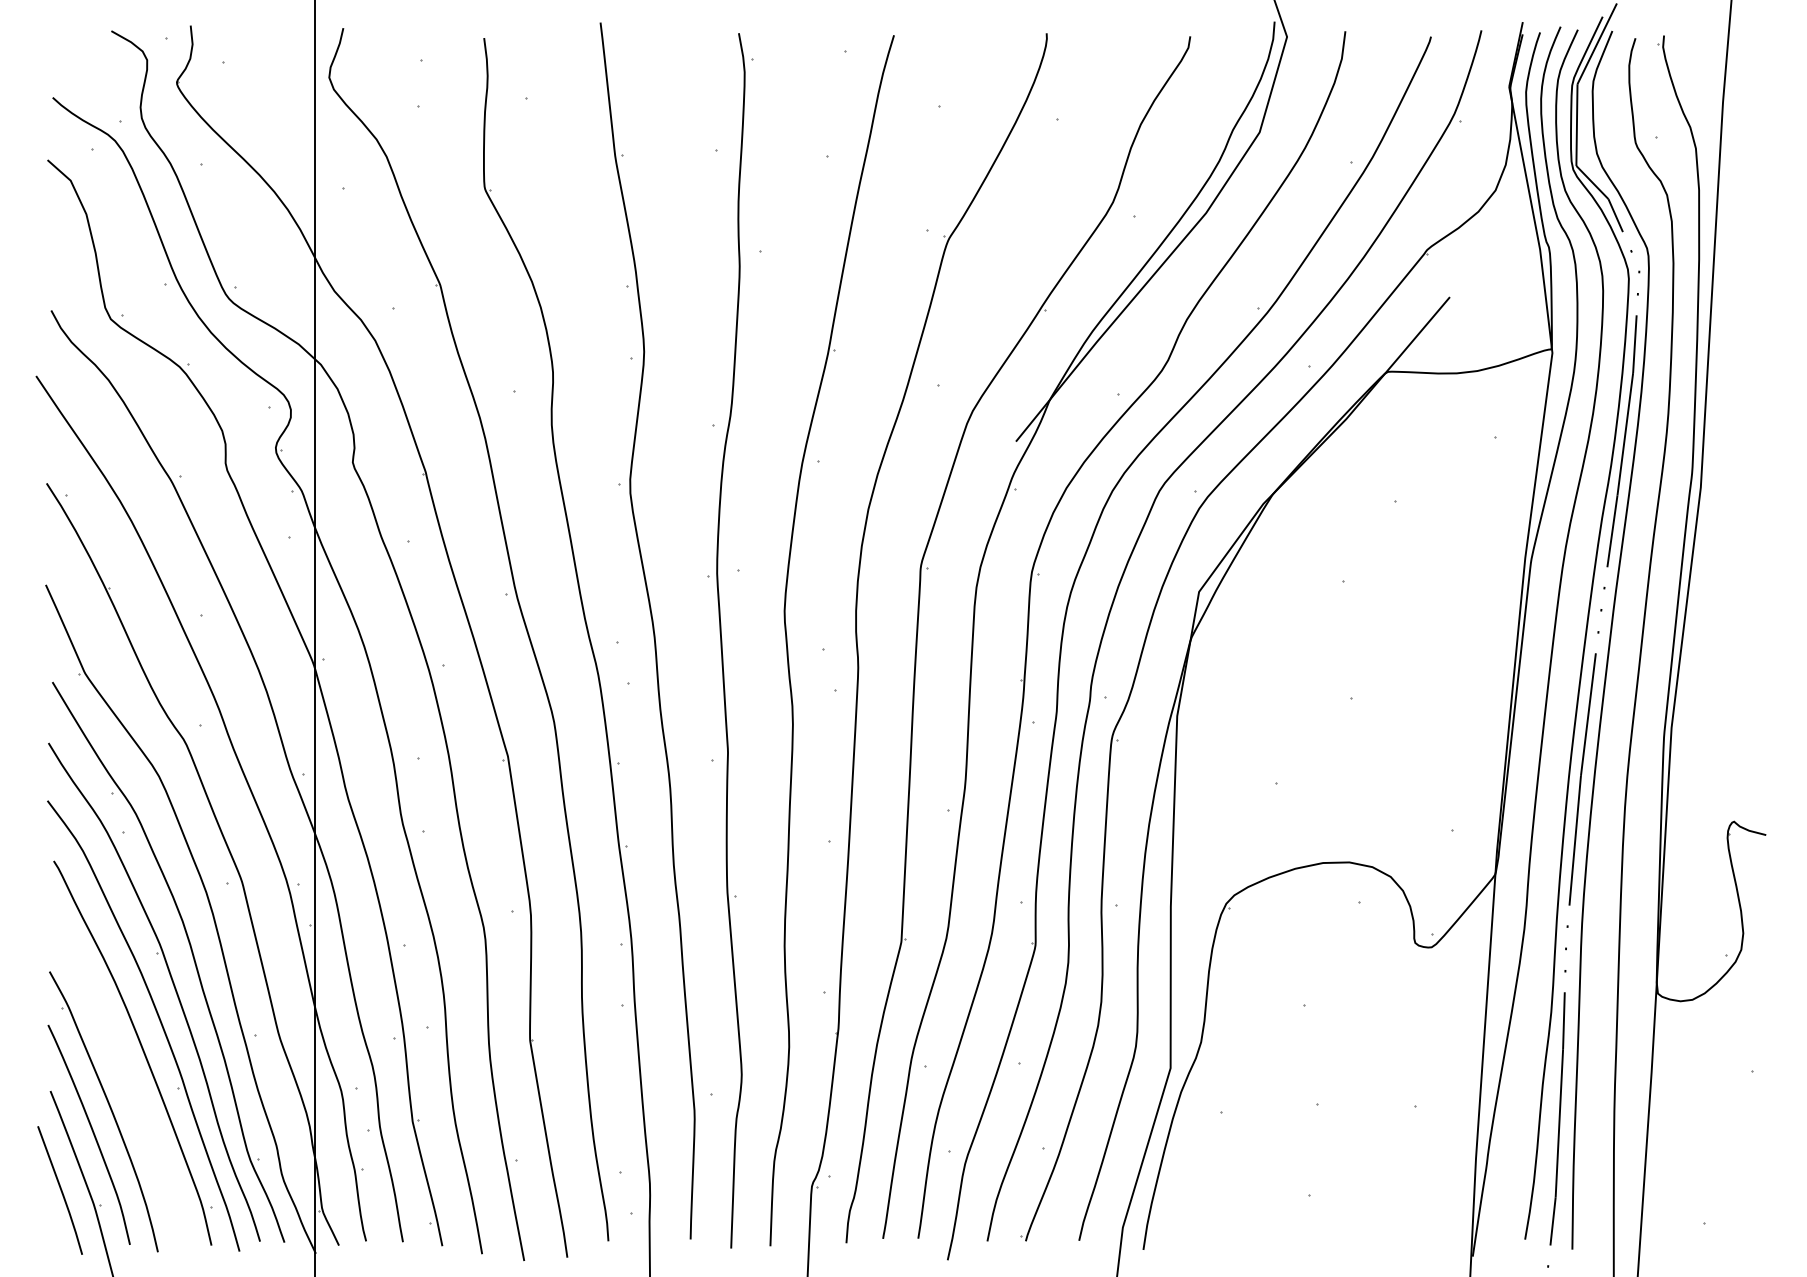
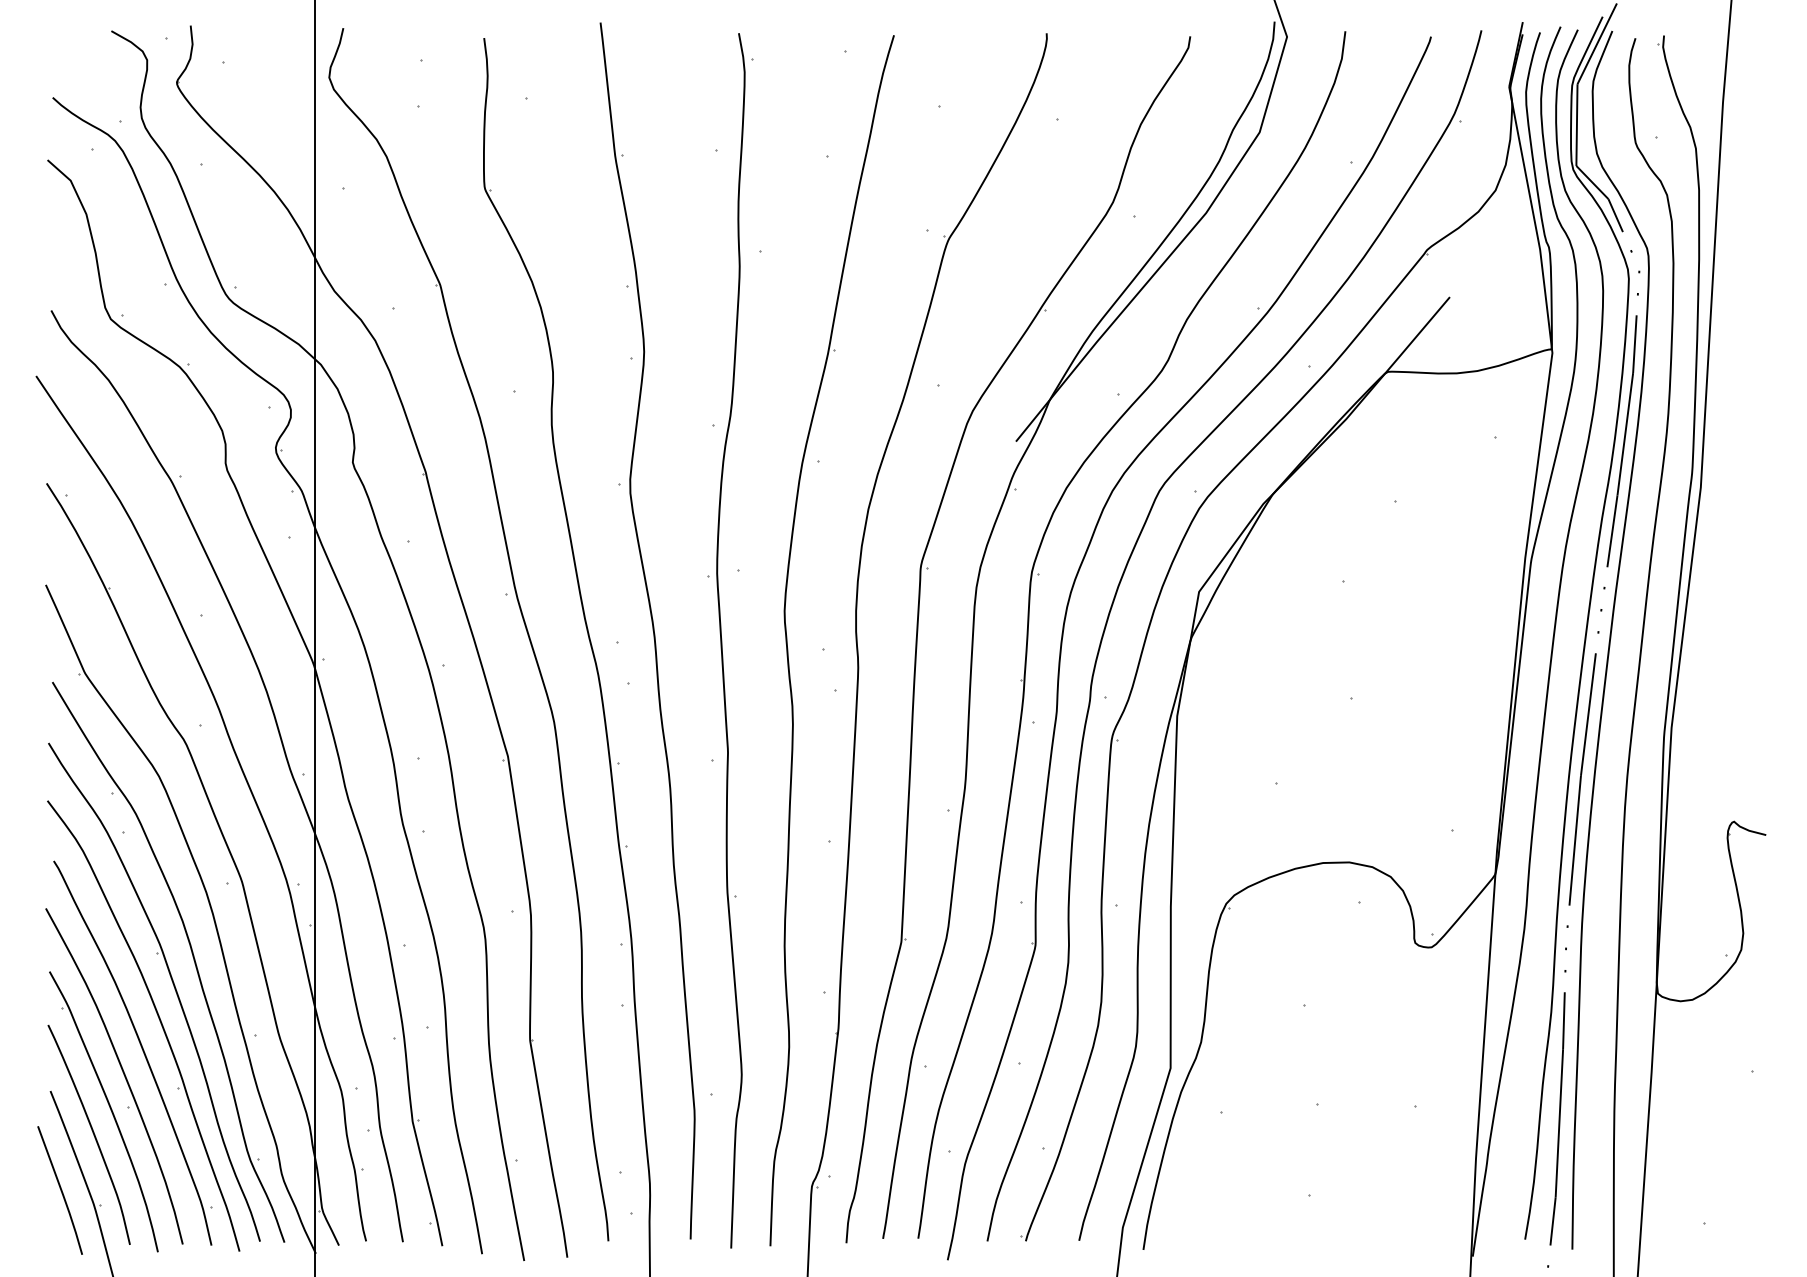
part at (122, 1072): none -> present
